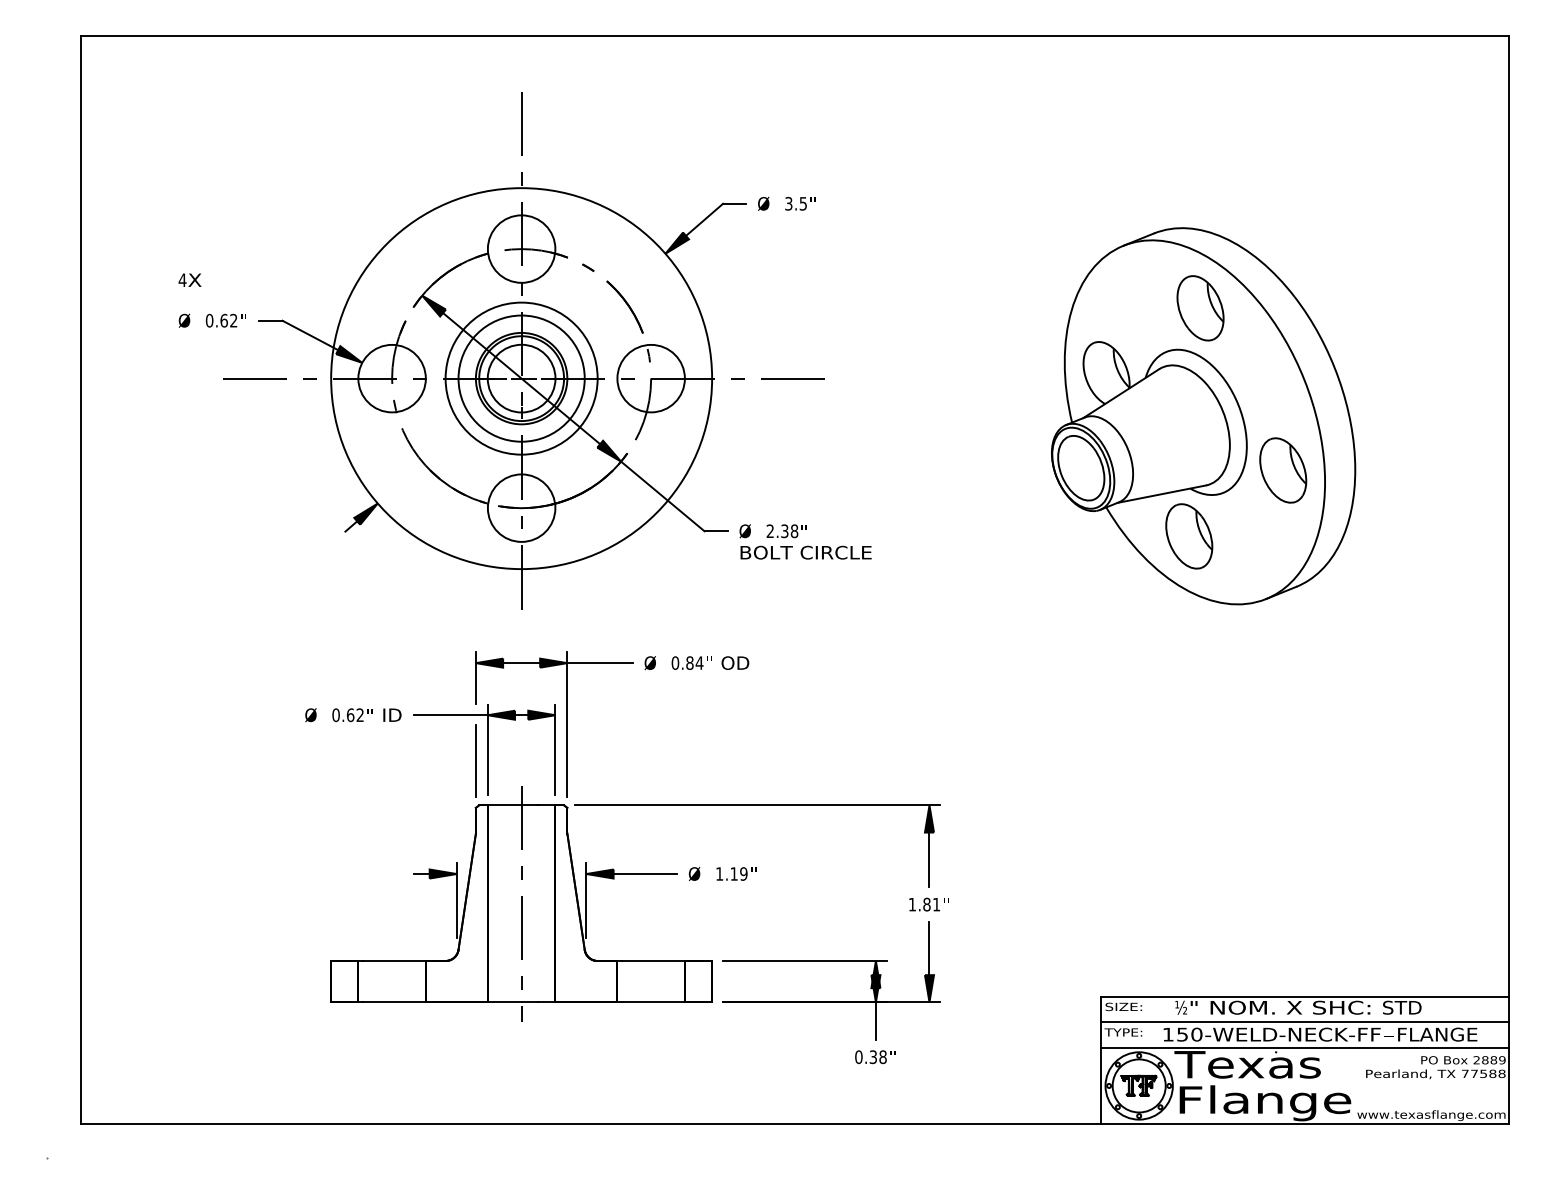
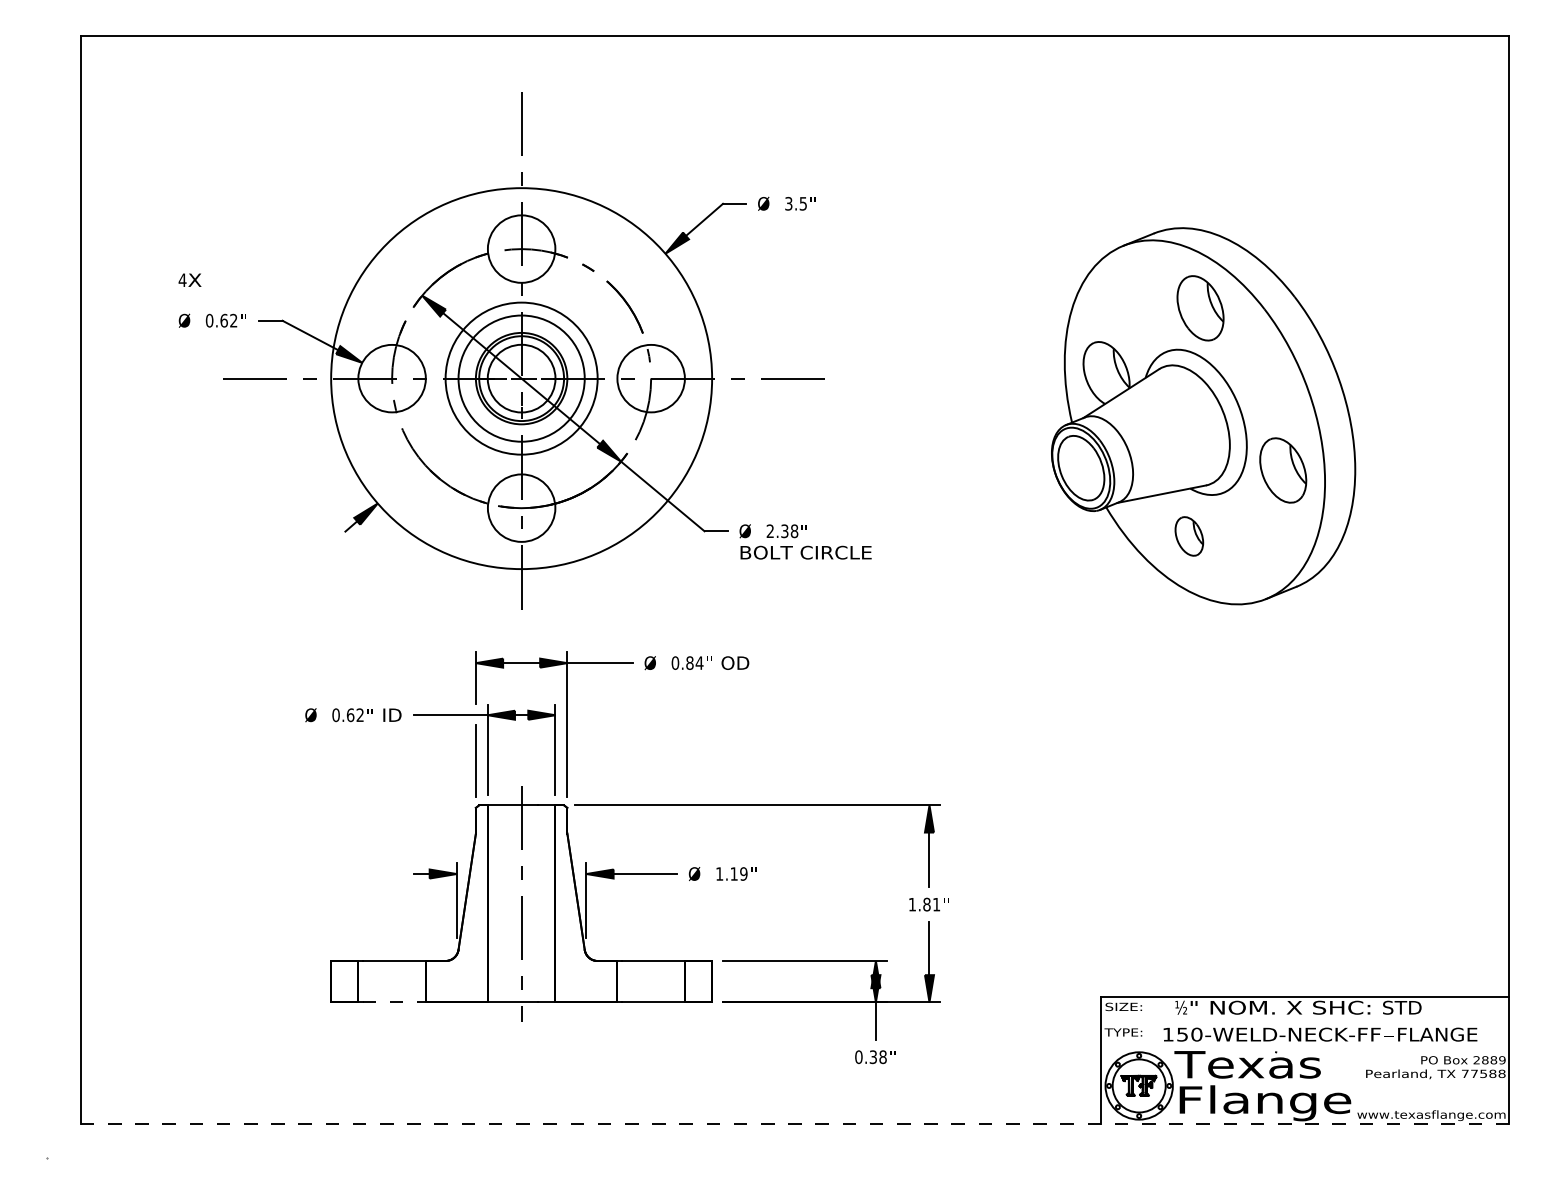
part at (1189, 536) size: 49x67 px -> 31x41 px
line at (394, 1002): solid -> dashed
line at (1305, 1022): present -> none
line at (1305, 1047): present -> none
line at (795, 1124): solid -> dashed
